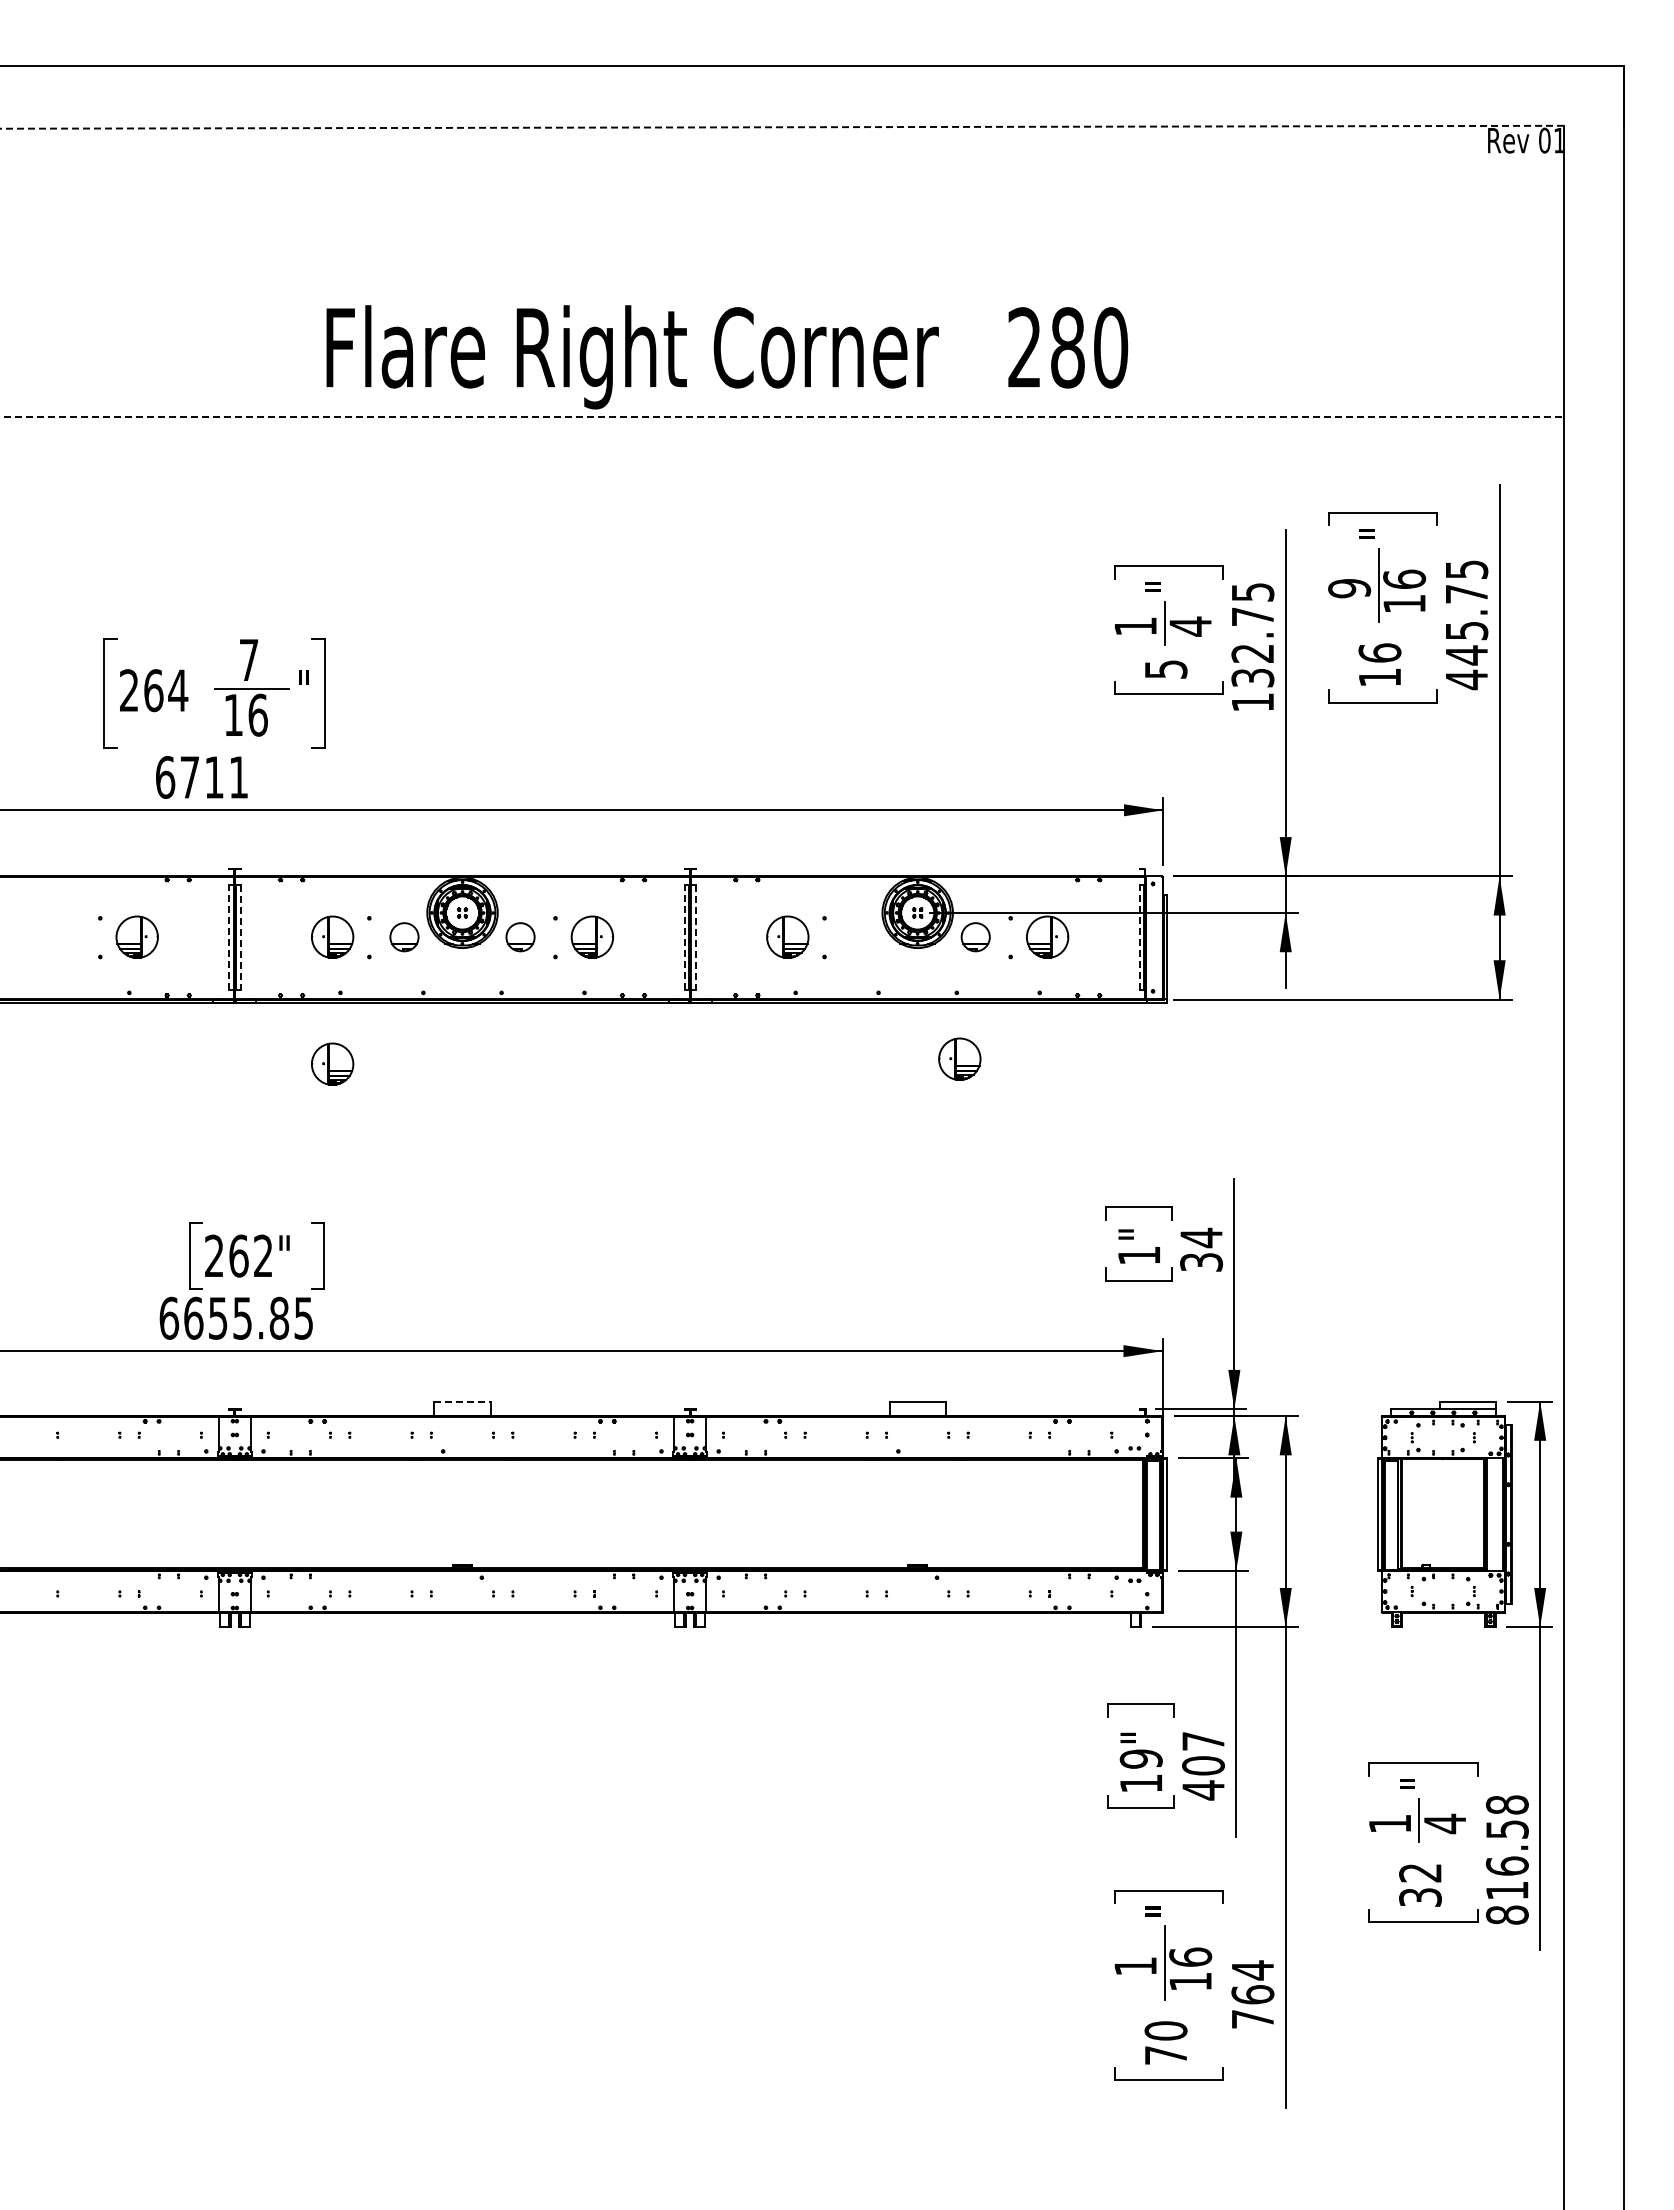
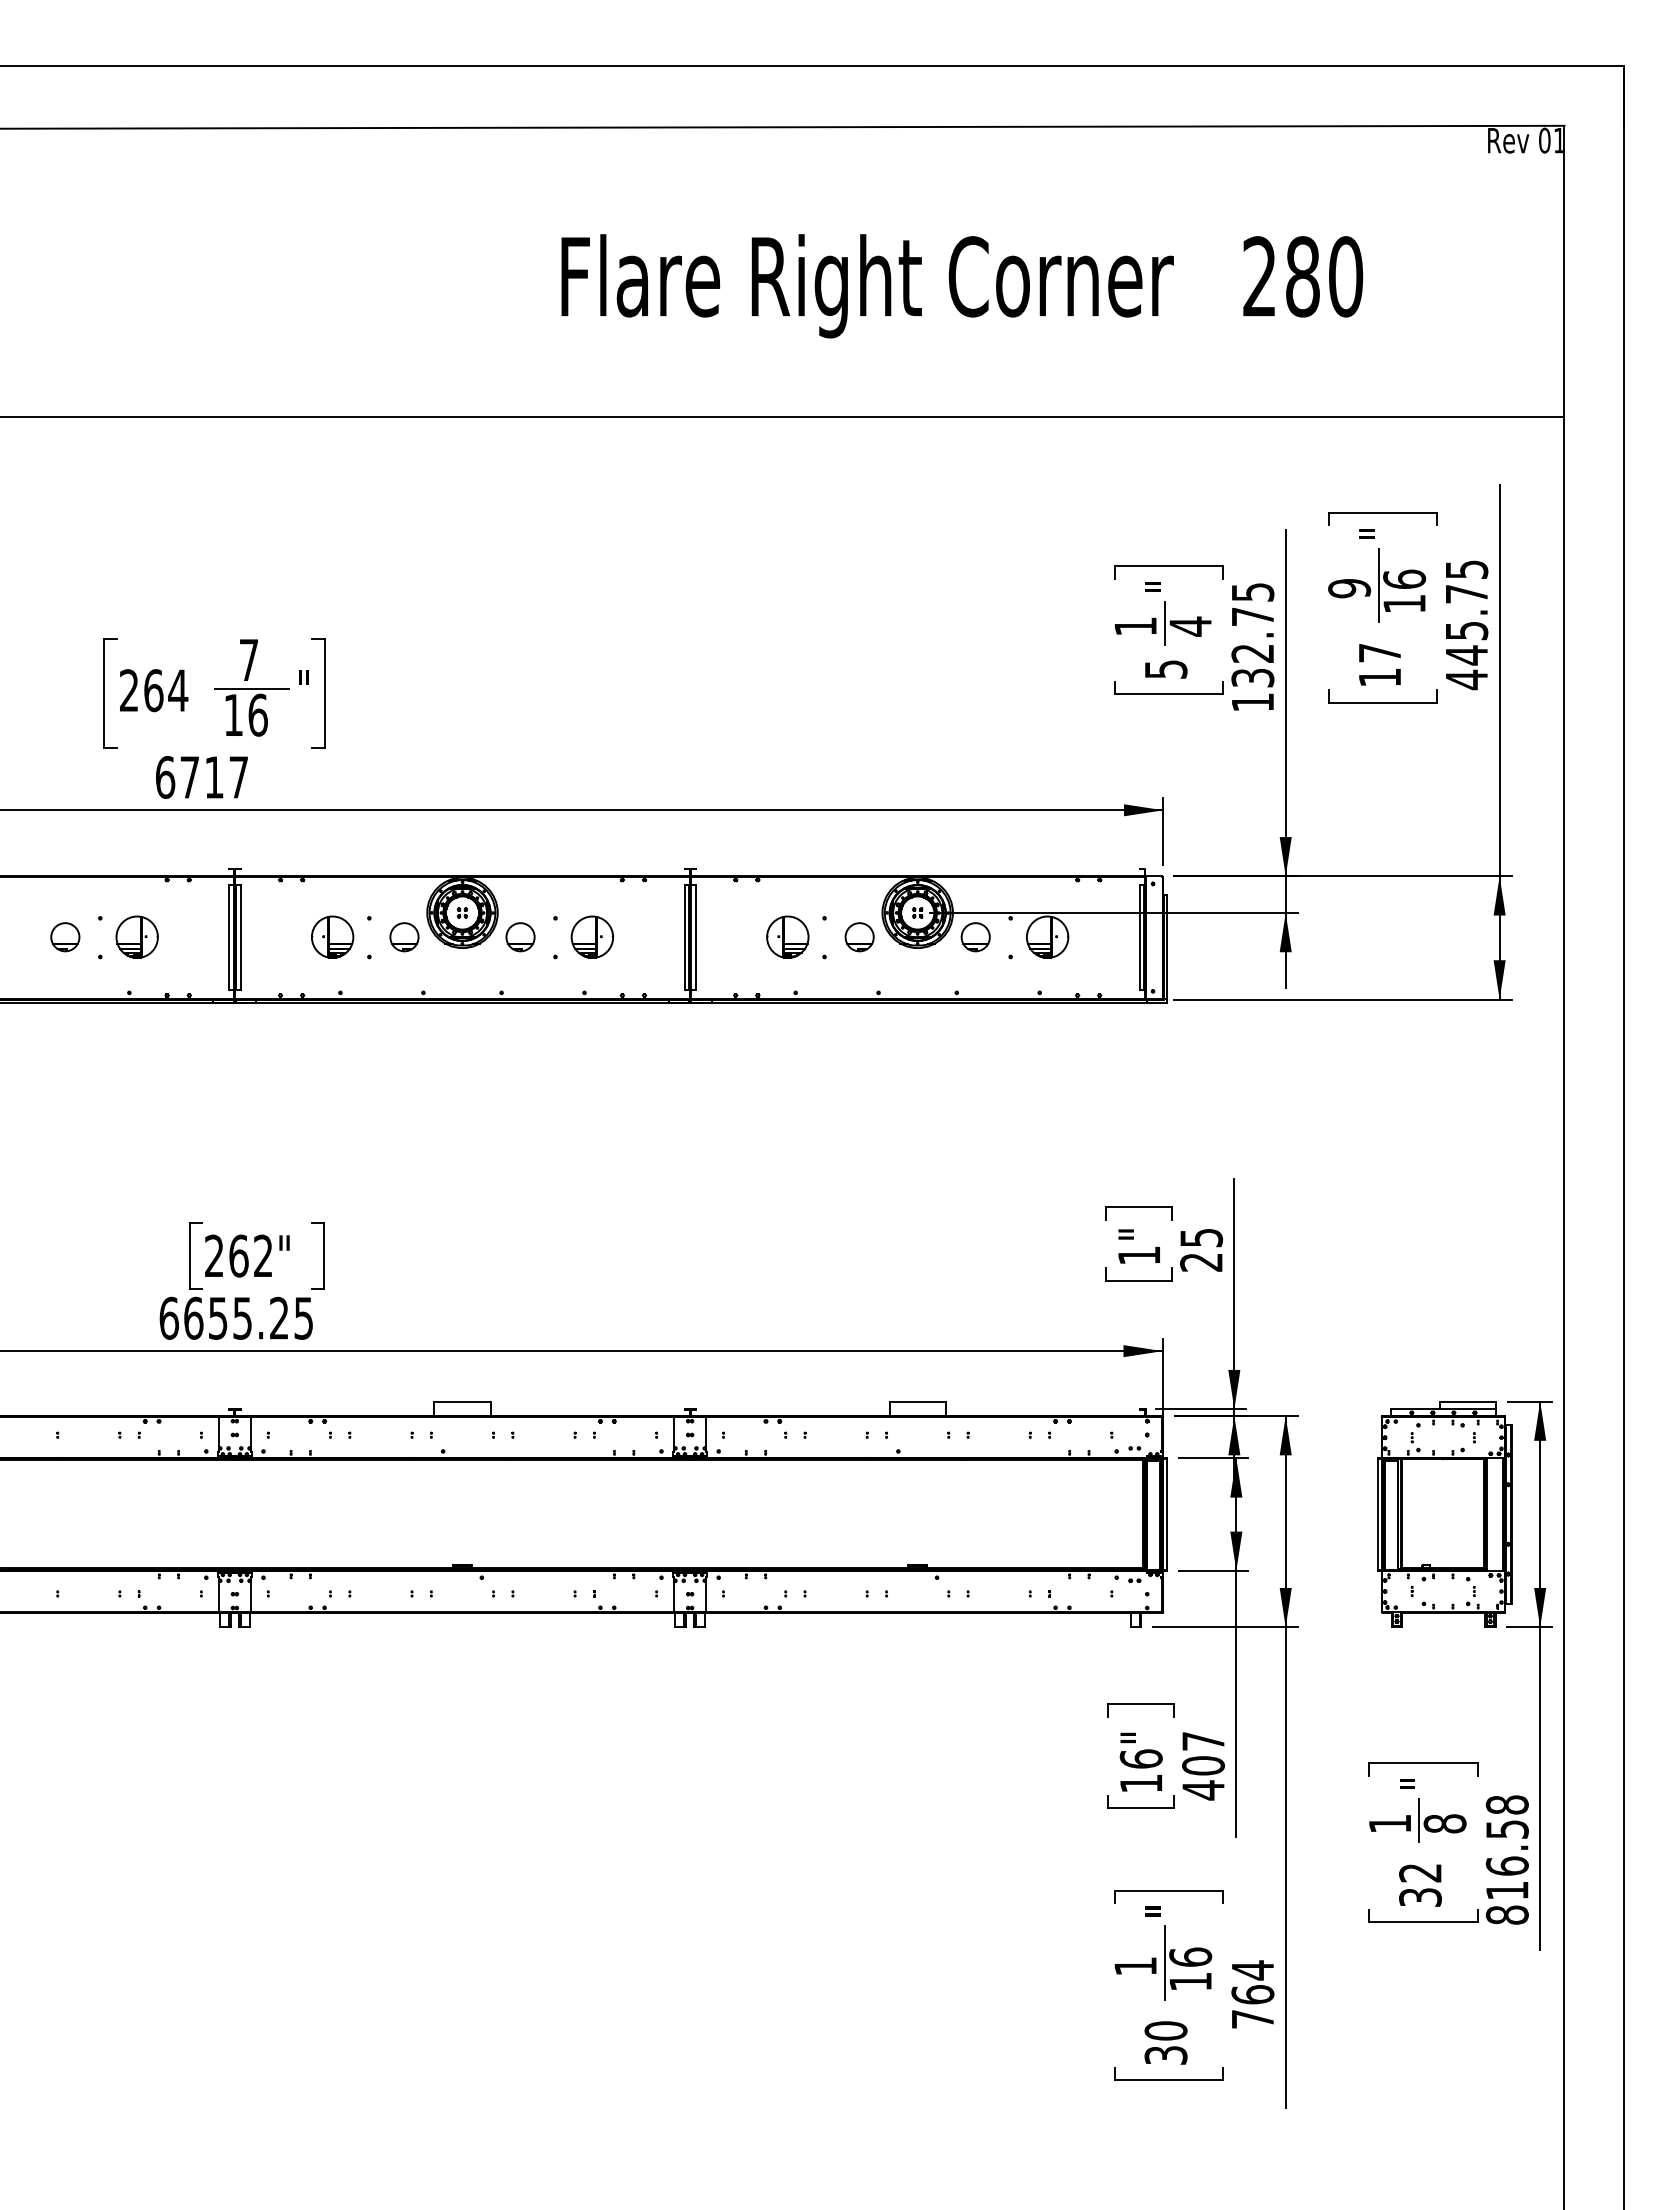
line at (782, 127): dashed -> solid
text at (727, 357) position: (727, 357) -> (962, 286)
line at (782, 417): dashed -> solid
text at (1379, 652): 16 -> 17
text at (238, 777): 6711 -> 6717
part at (65, 937): none -> present
line at (229, 937): dashed -> solid
line at (240, 937): dashed -> solid
line at (684, 937): dashed -> solid
line at (695, 937): dashed -> solid
part at (859, 937): none -> present
line at (1139, 937): dashed -> solid
part at (959, 1058): present -> none
part at (332, 1063): present -> none
text at (1201, 1249): 34 -> 25
text at (279, 1317): 6655.85 -> 6655.25
line at (463, 1401): dashed -> solid
text at (1140, 1758): 19" -> 16"
text at (1444, 1823): 4 -> 8
text at (1165, 2055): 70 -> 30
